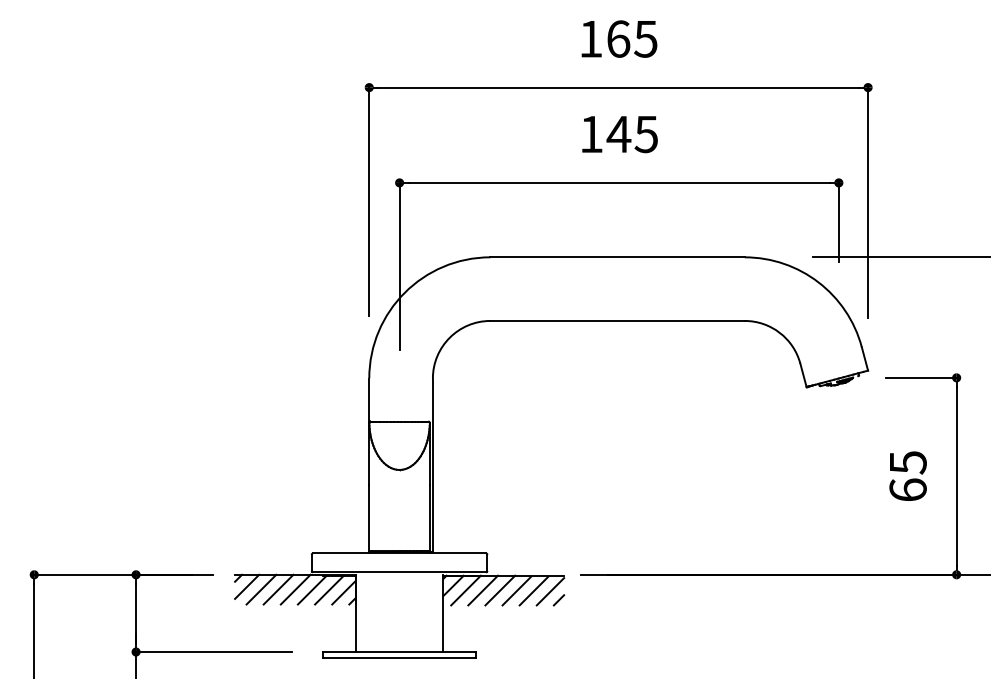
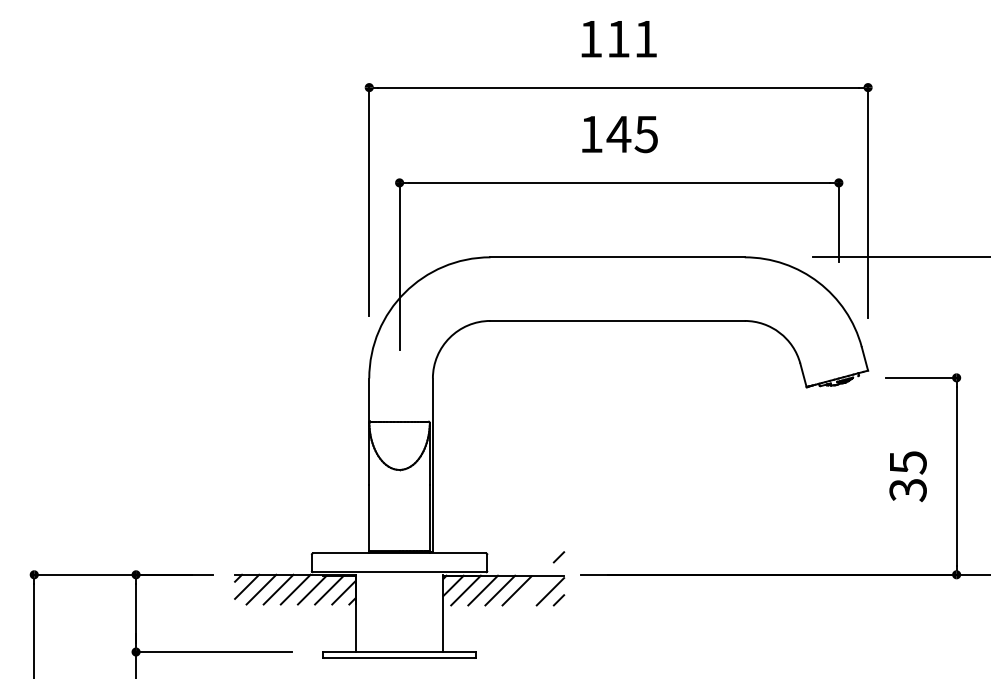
text at (632, 38): 165 -> 111
text at (907, 490): 65 -> 35
line at (558, 557): none -> present
line at (533, 590): present -> none
